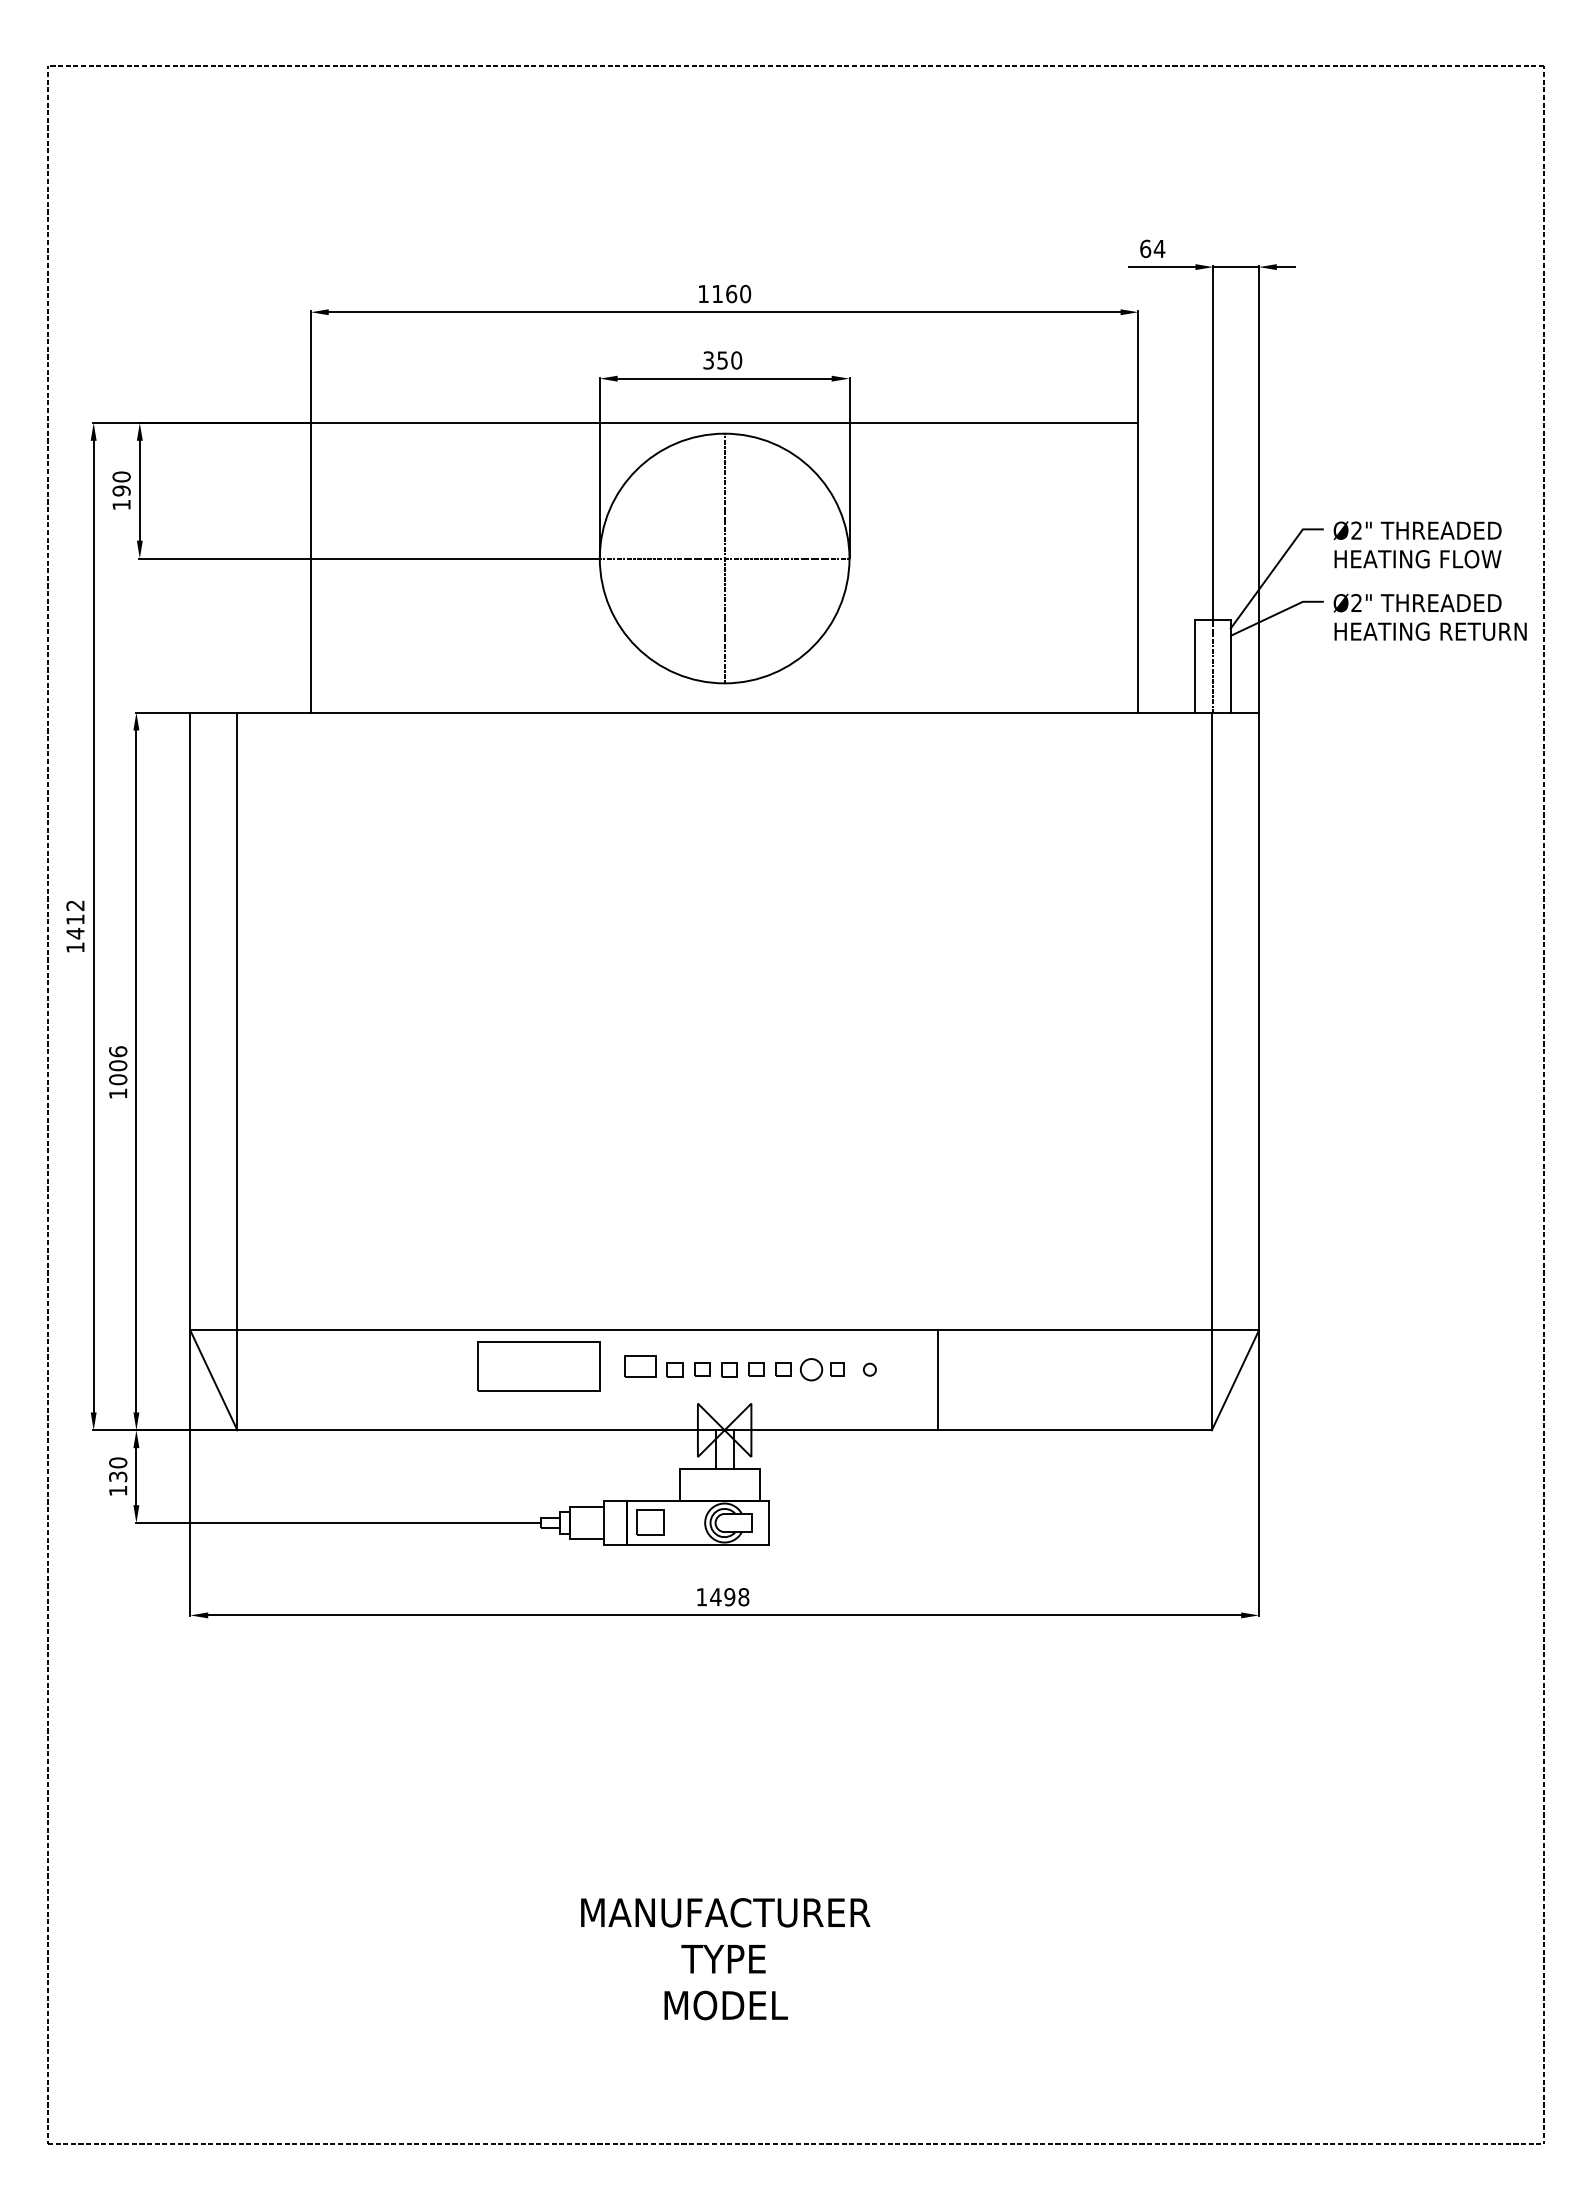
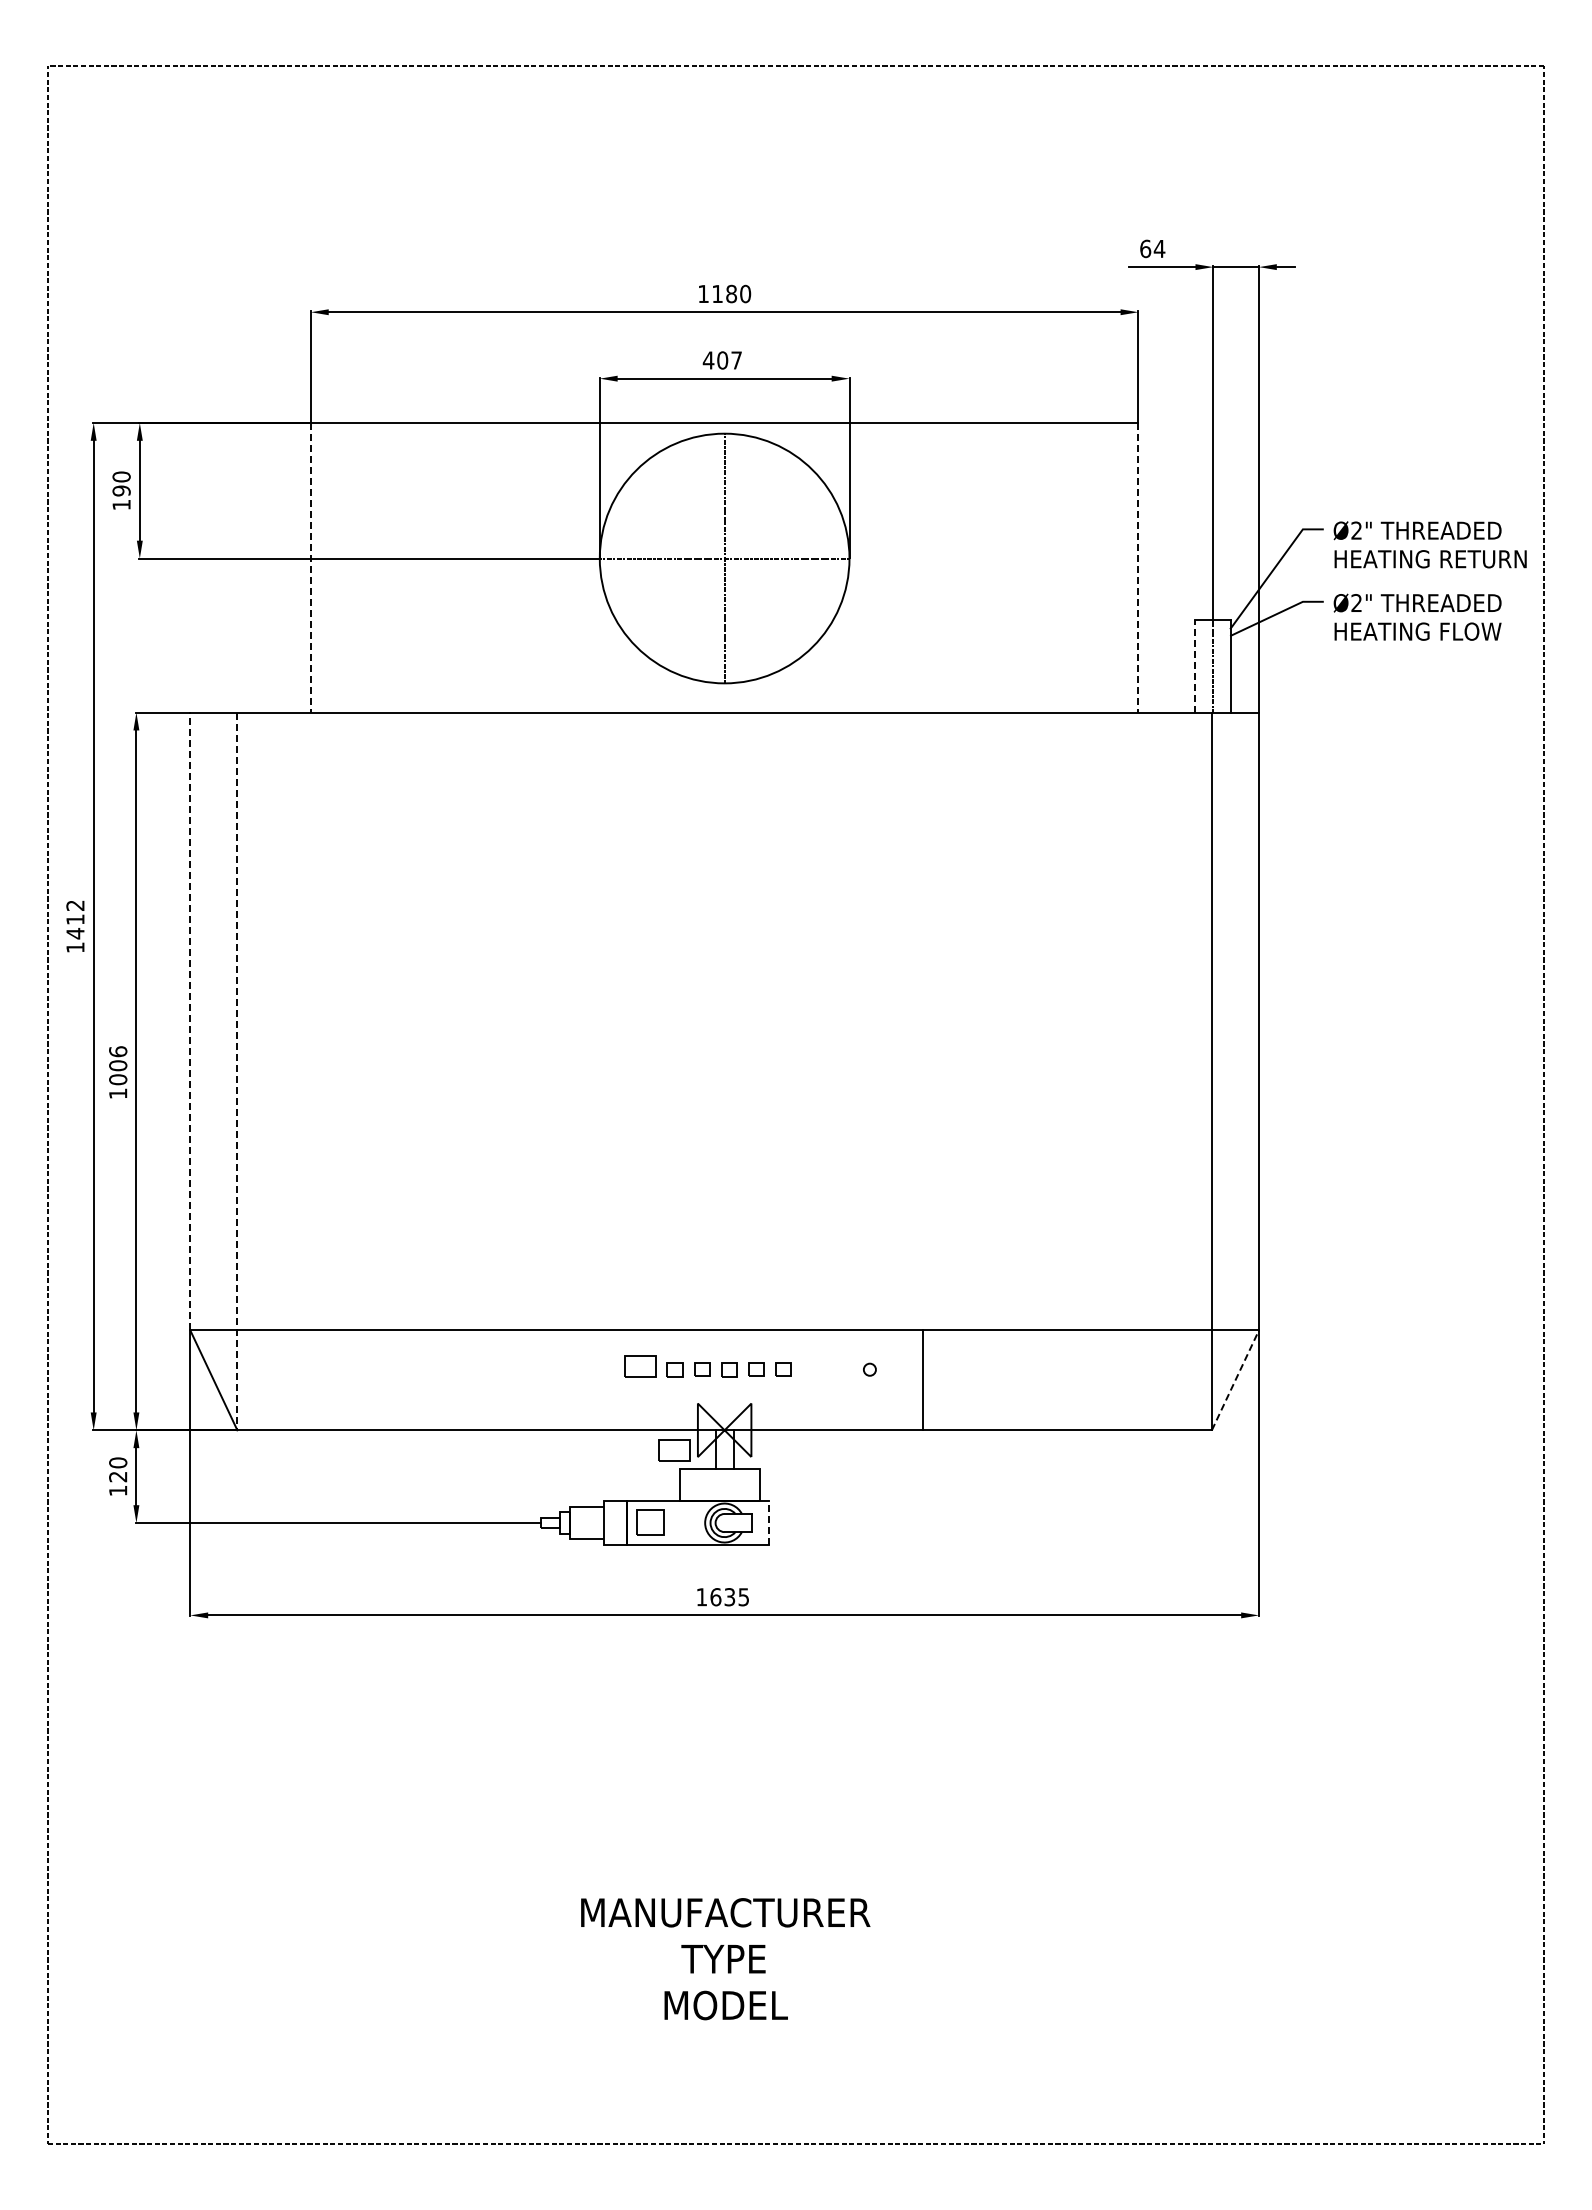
text at (731, 293): 1160 -> 1180
text at (722, 360): 350 -> 407
text at (1484, 559): HEATING FLOW -> HEATING RETURN
line at (310, 567): solid -> dashed
line at (1138, 567): solid -> dashed
text at (1484, 631): HEATING RETURN -> HEATING FLOW
line at (1195, 665): solid -> dashed
line at (190, 1021): solid -> dashed
line at (237, 1071): solid -> dashed
part at (538, 1366): present -> none
part at (822, 1369): present -> none
line at (1235, 1379): solid -> dashed
line at (937, 1380) position: (937, 1380) -> (922, 1380)
part at (674, 1450): none -> present
text at (118, 1476): 130 -> 120
line at (769, 1523): solid -> dashed
text at (729, 1597): 1498 -> 1635
